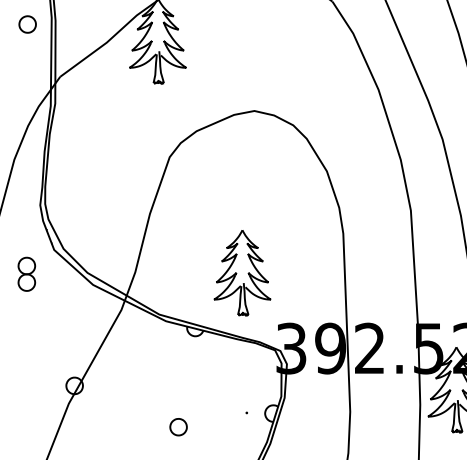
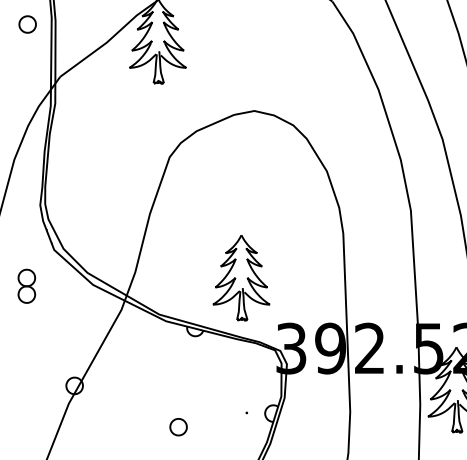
part at (26, 273) position: (26, 273) -> (26, 285)
part at (242, 273) position: (242, 273) -> (241, 278)
